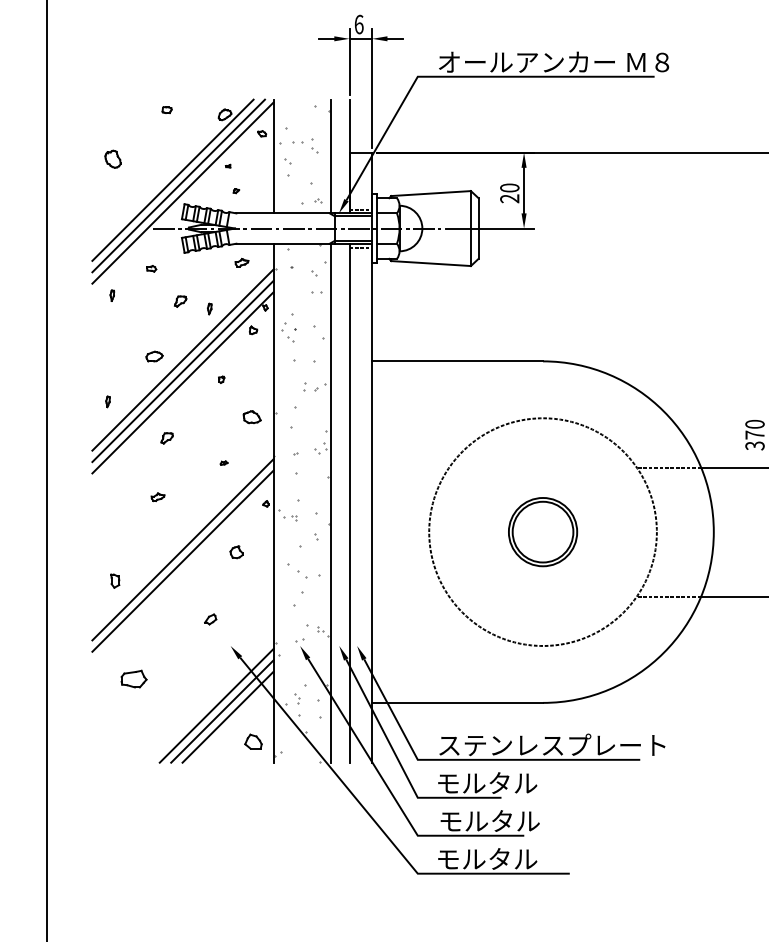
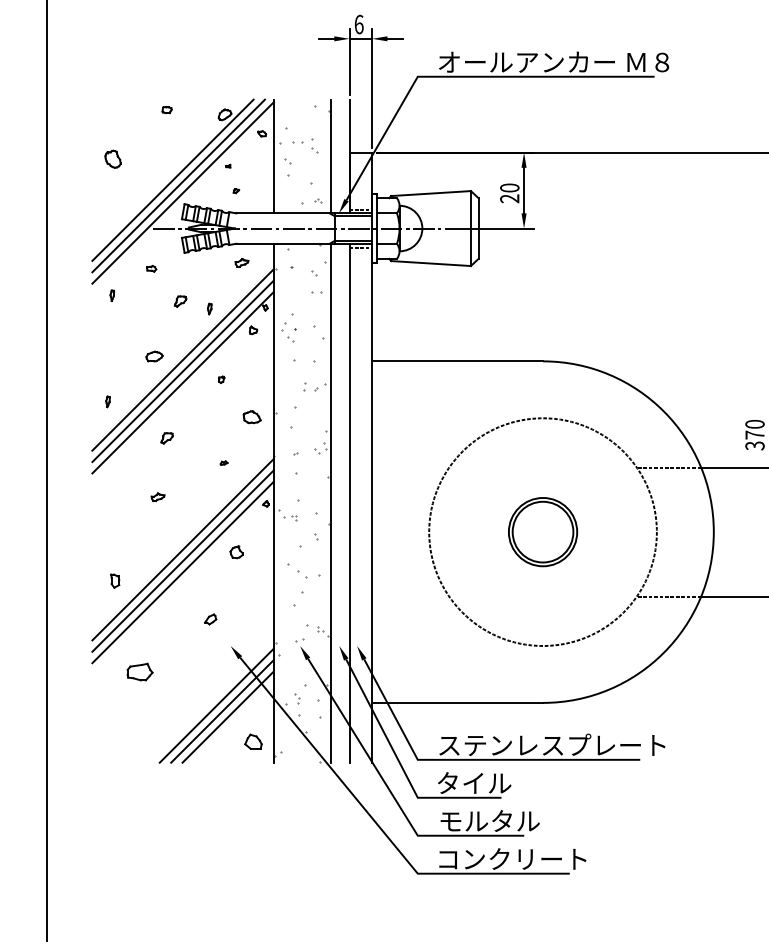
line at (182, 572): none -> present
part at (133, 678) position: (133, 678) -> (139, 671)
text at (487, 782): モルタル -> タイル
text at (512, 858): モルタル -> コンクリート
